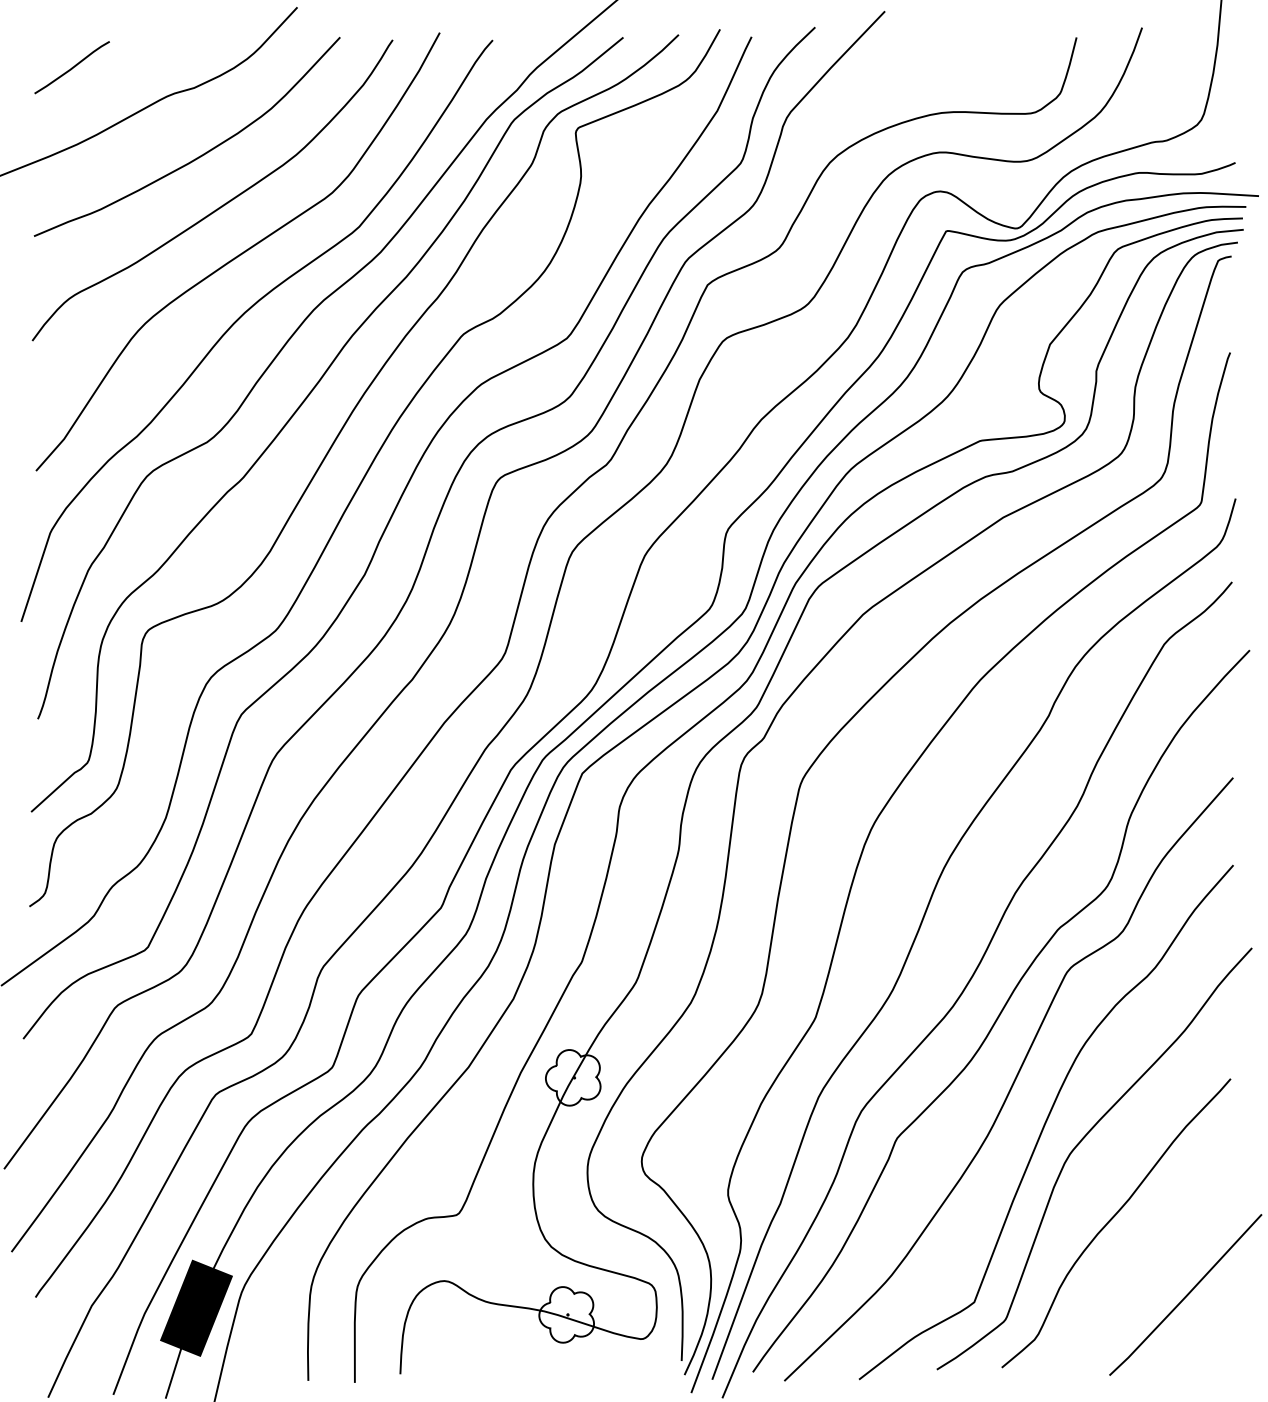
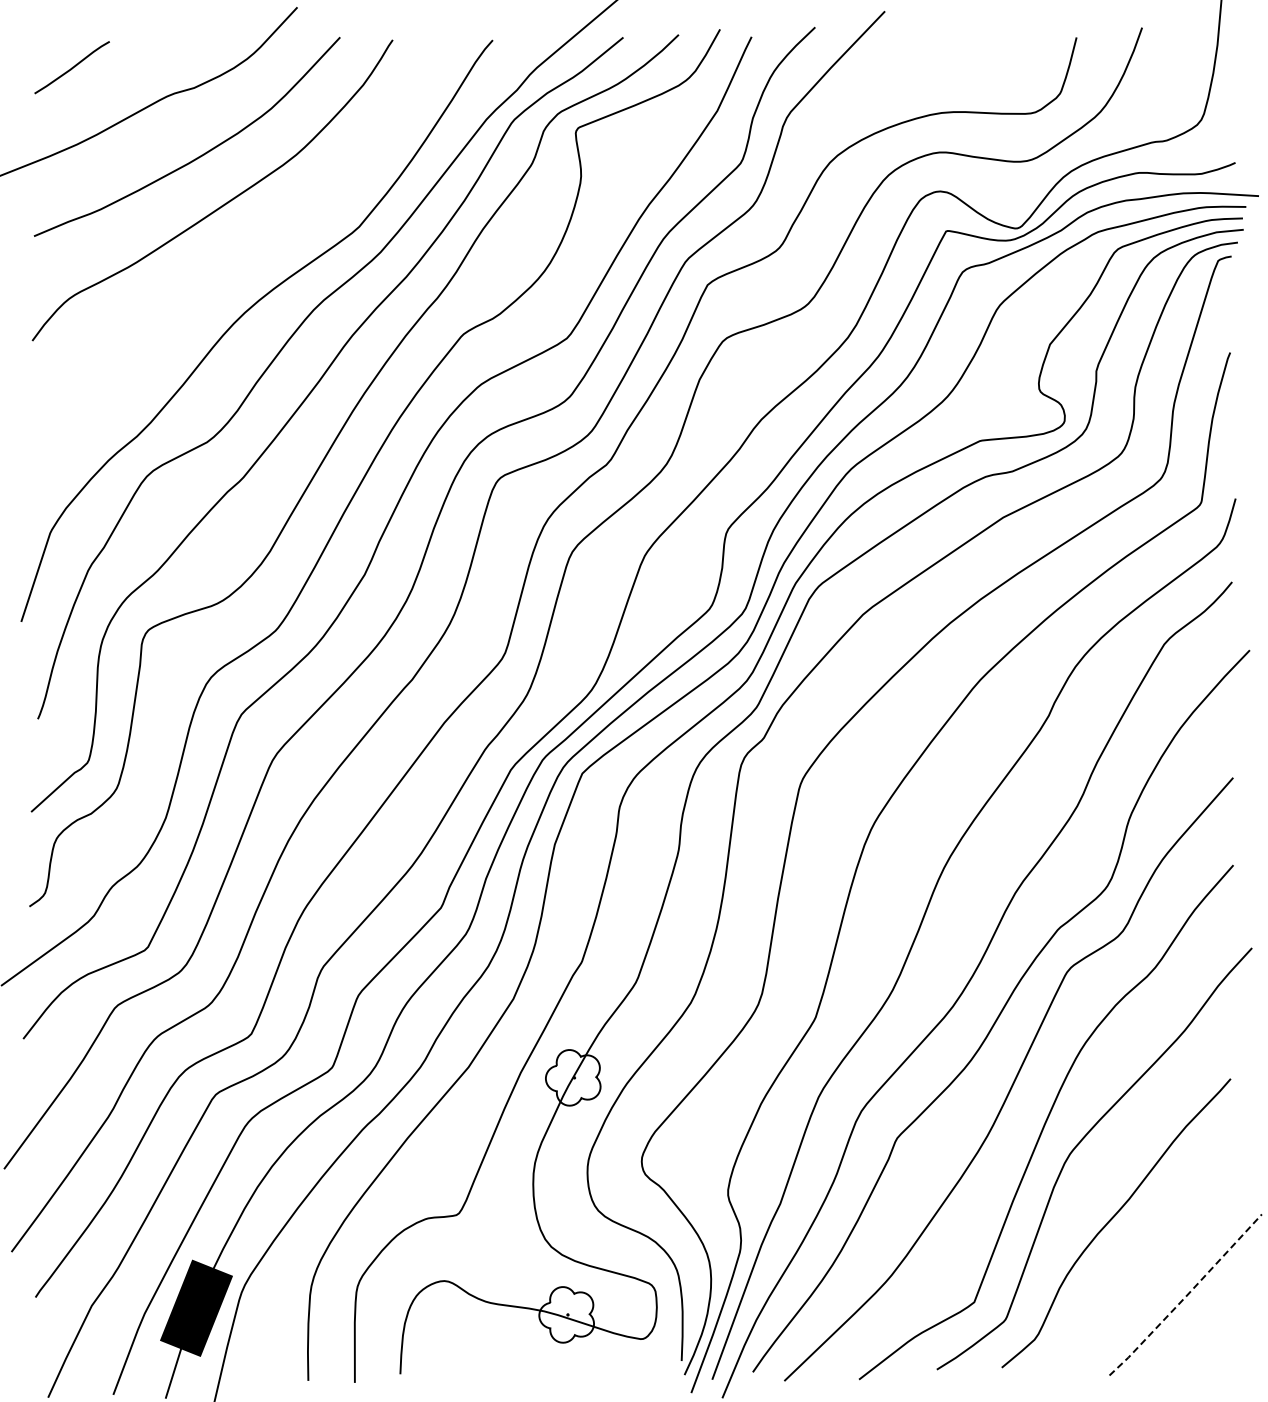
curve at (238, 254): present -> none
line at (1186, 1296): solid -> dashed
